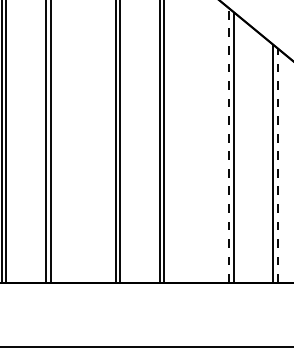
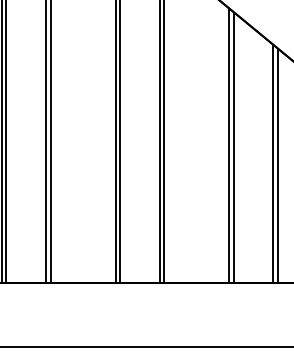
line at (229, 145): dashed -> solid
line at (277, 165): dashed -> solid
